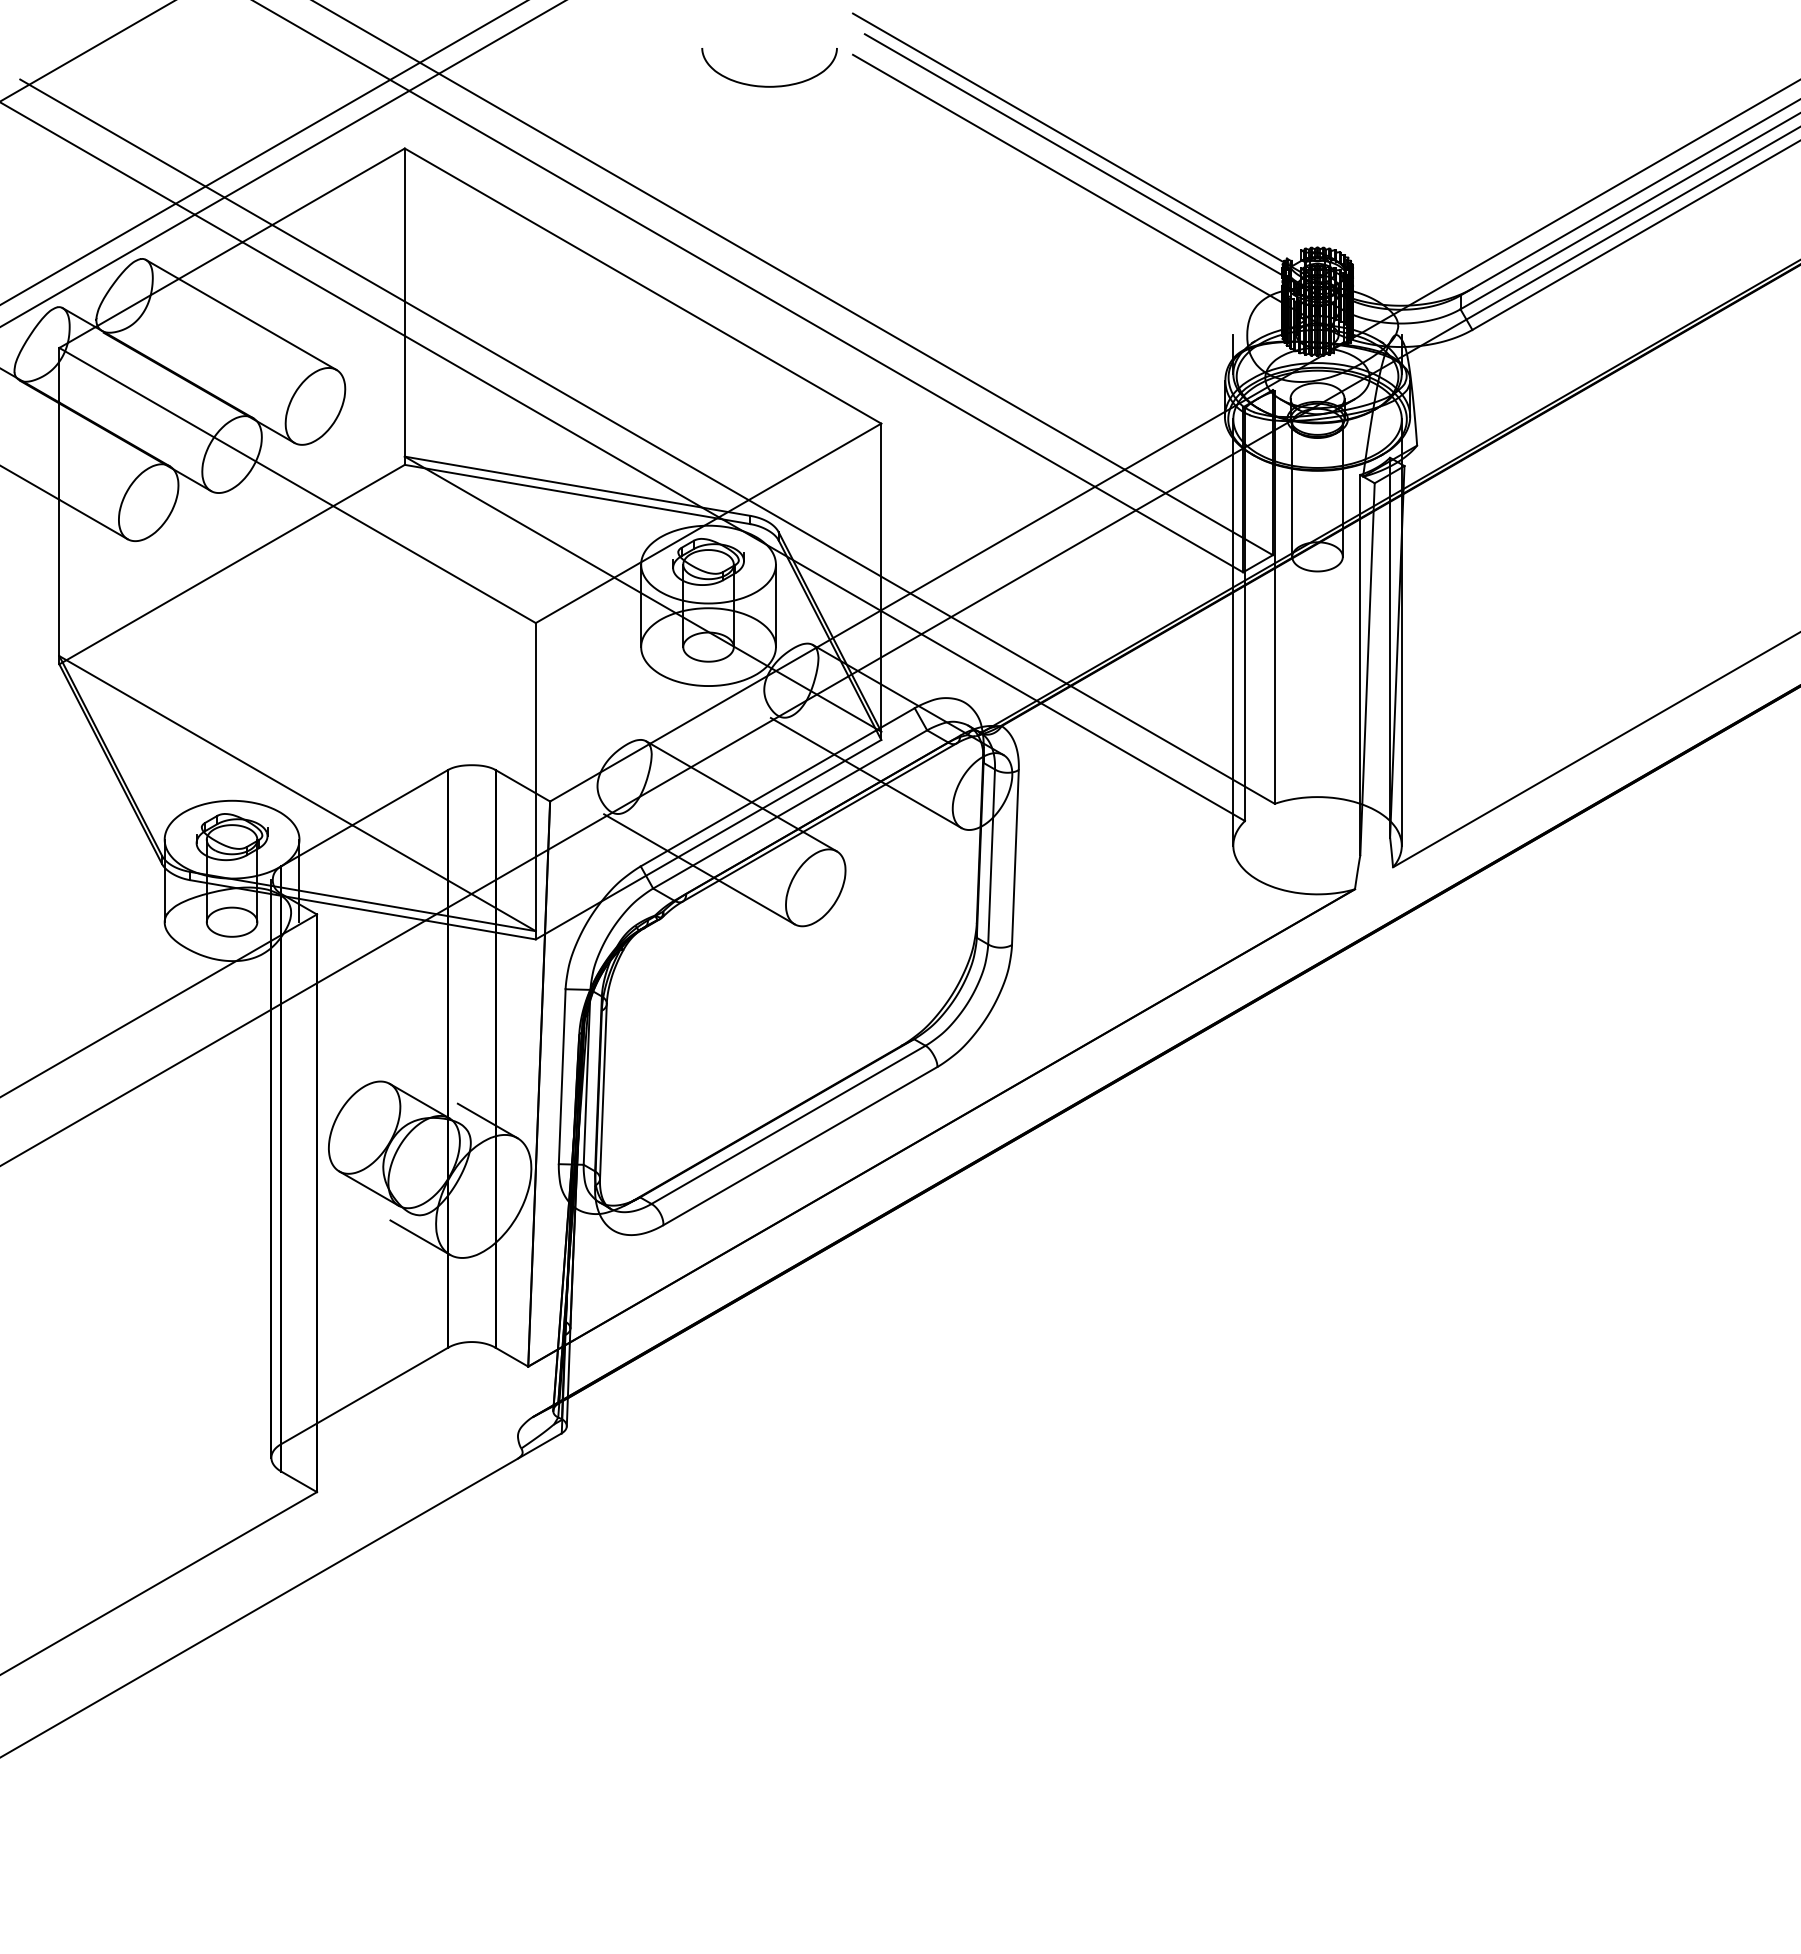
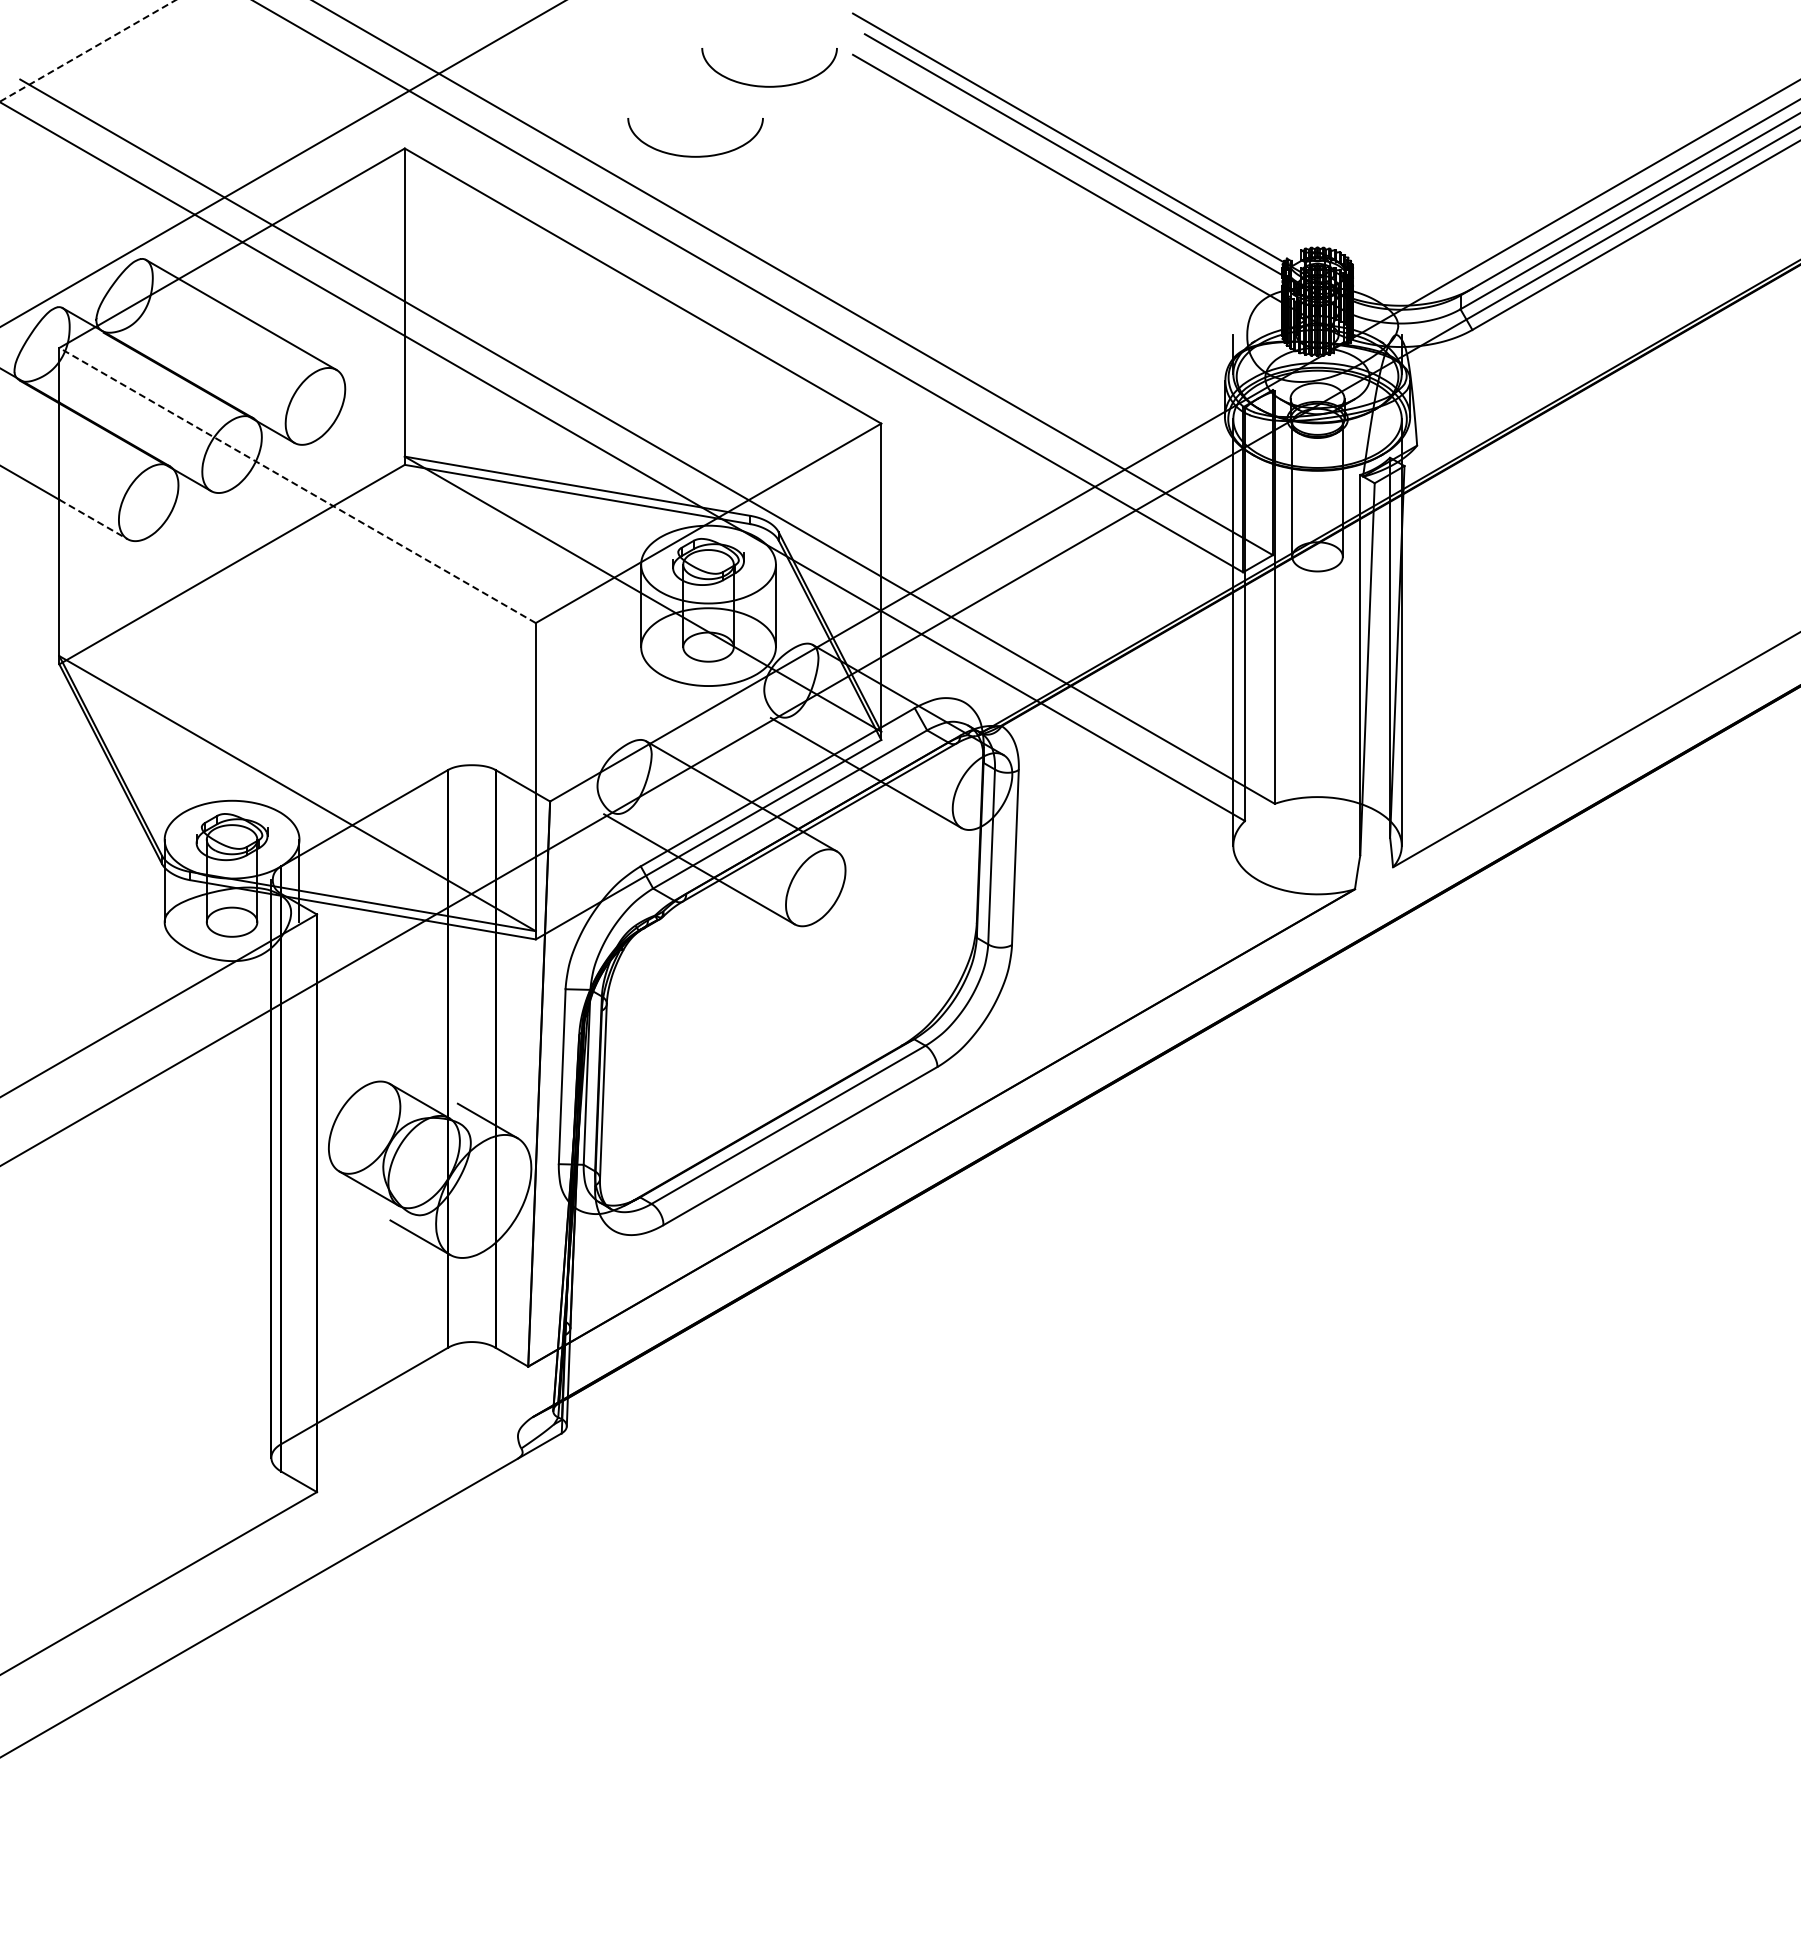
line at (88, 50): solid -> dashed
line at (263, 152): present -> none
curve at (694, 155): none -> present
line at (297, 485): solid -> dashed
line at (93, 519): solid -> dashed
